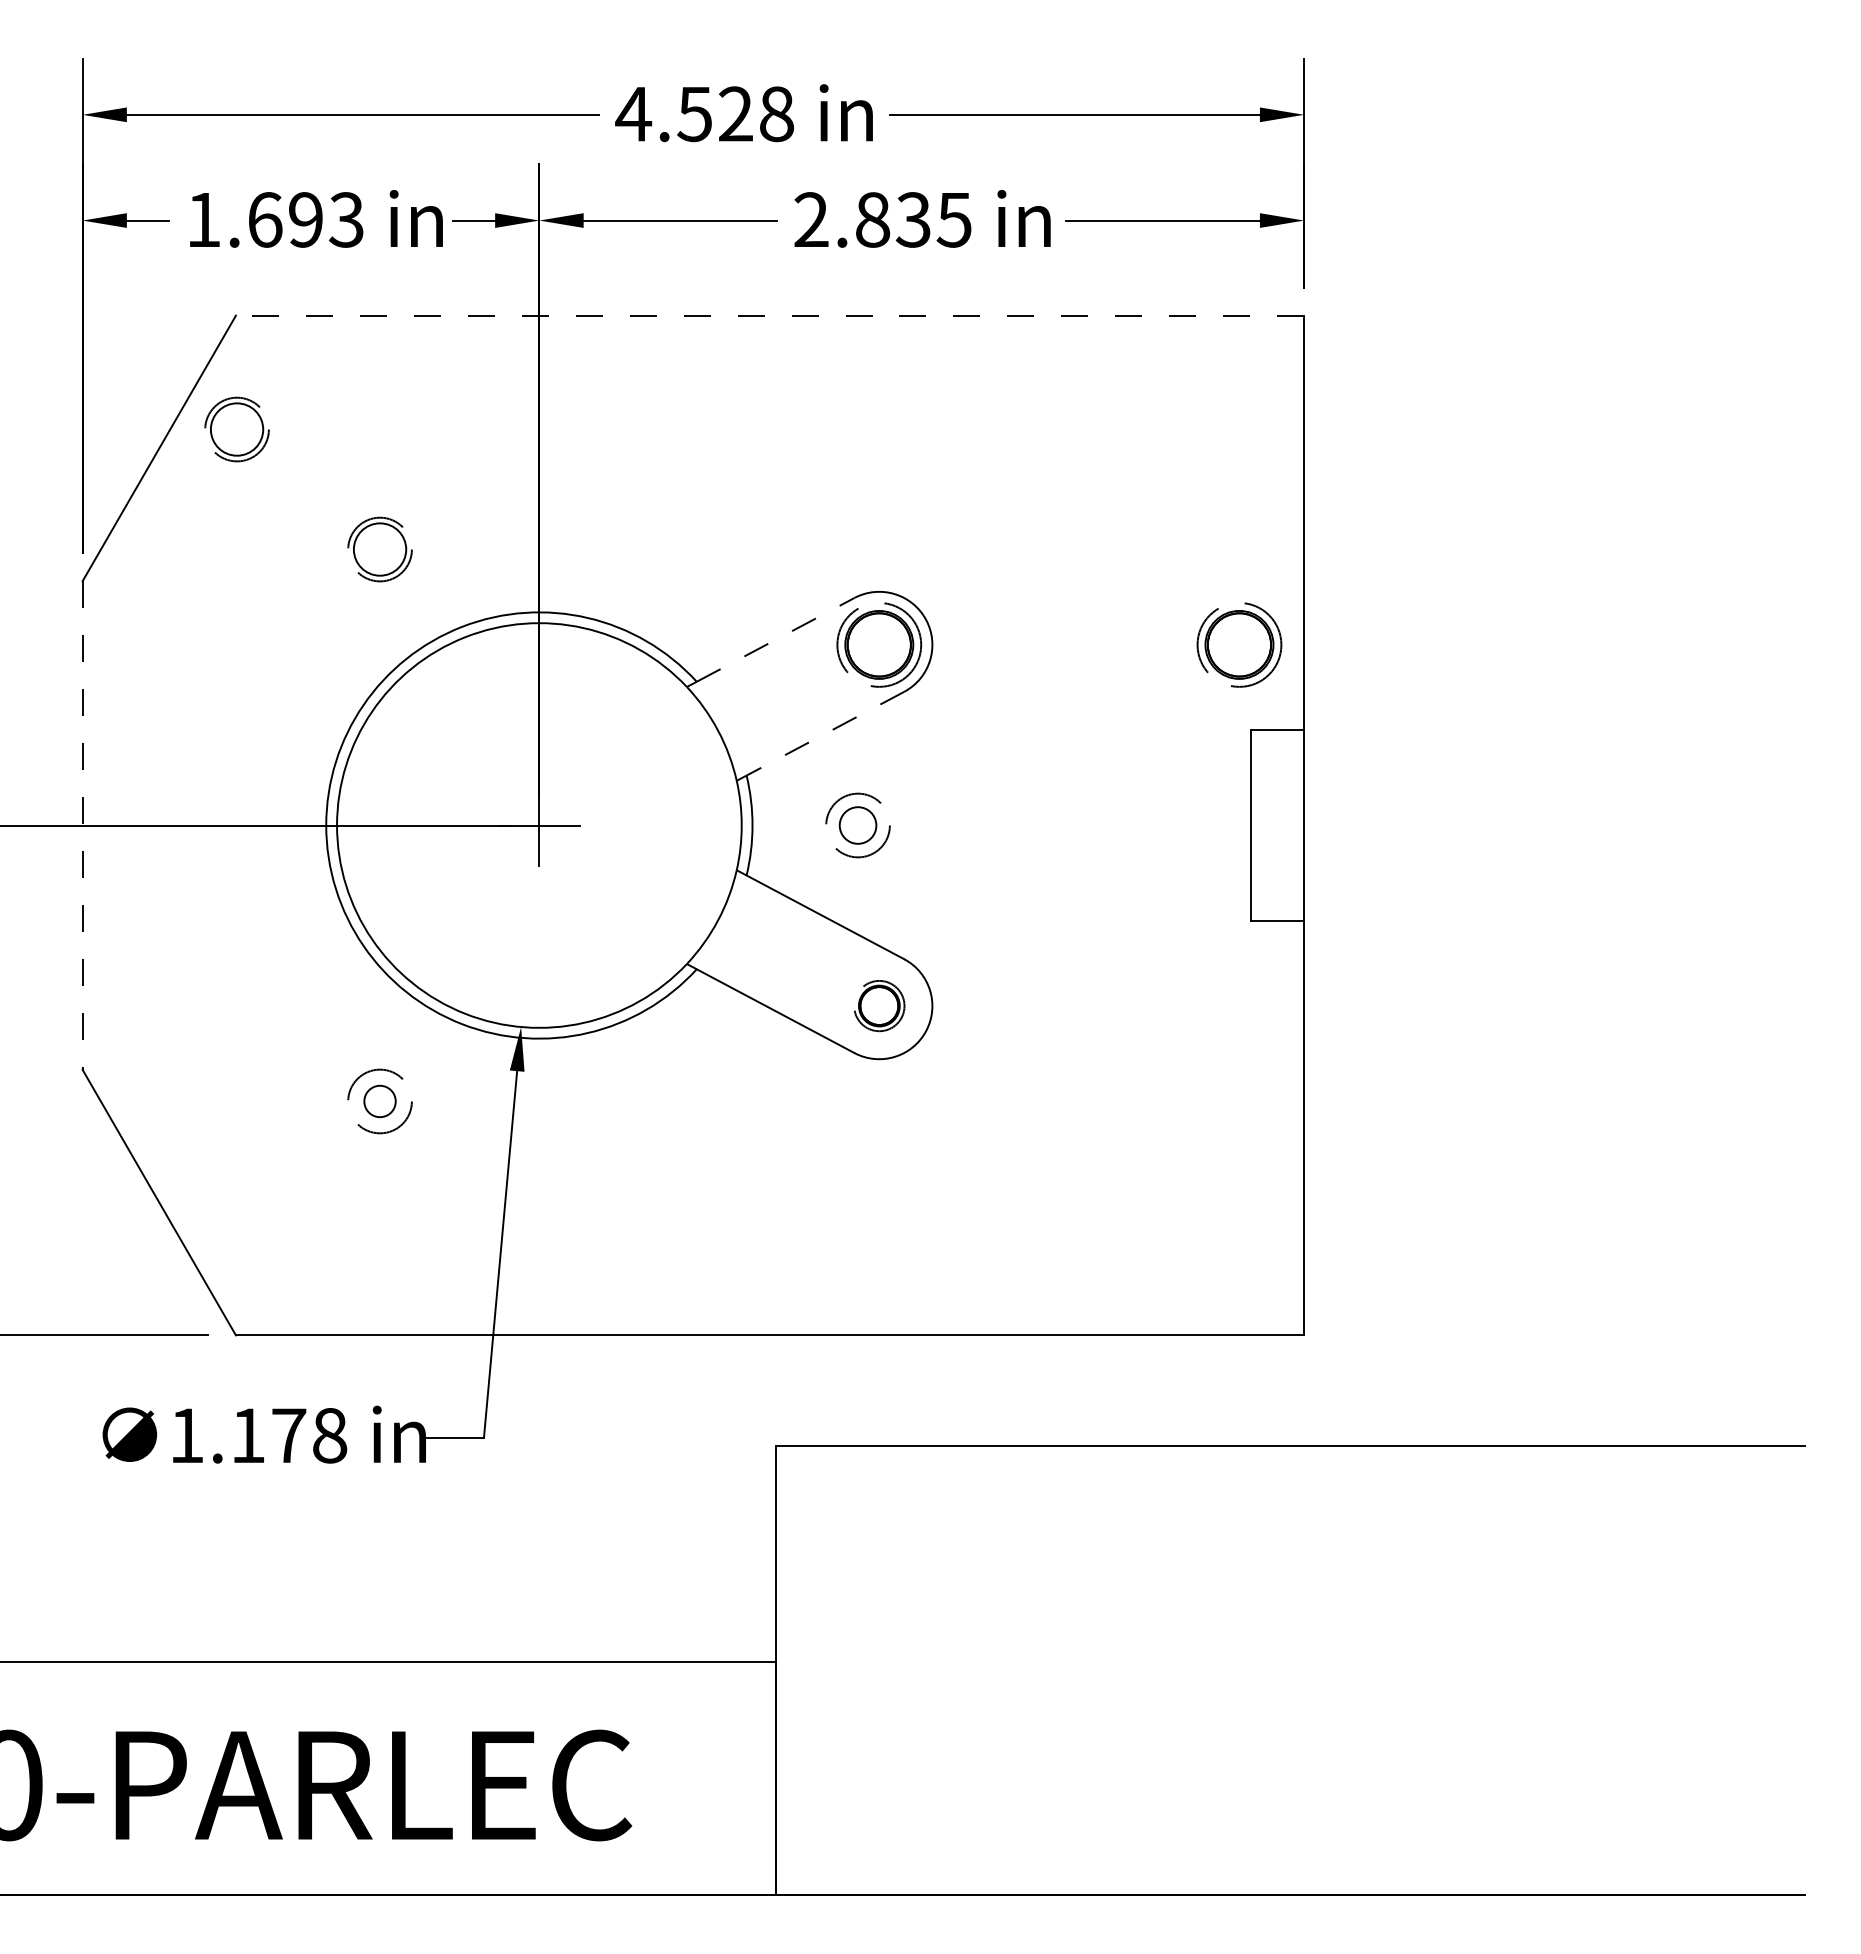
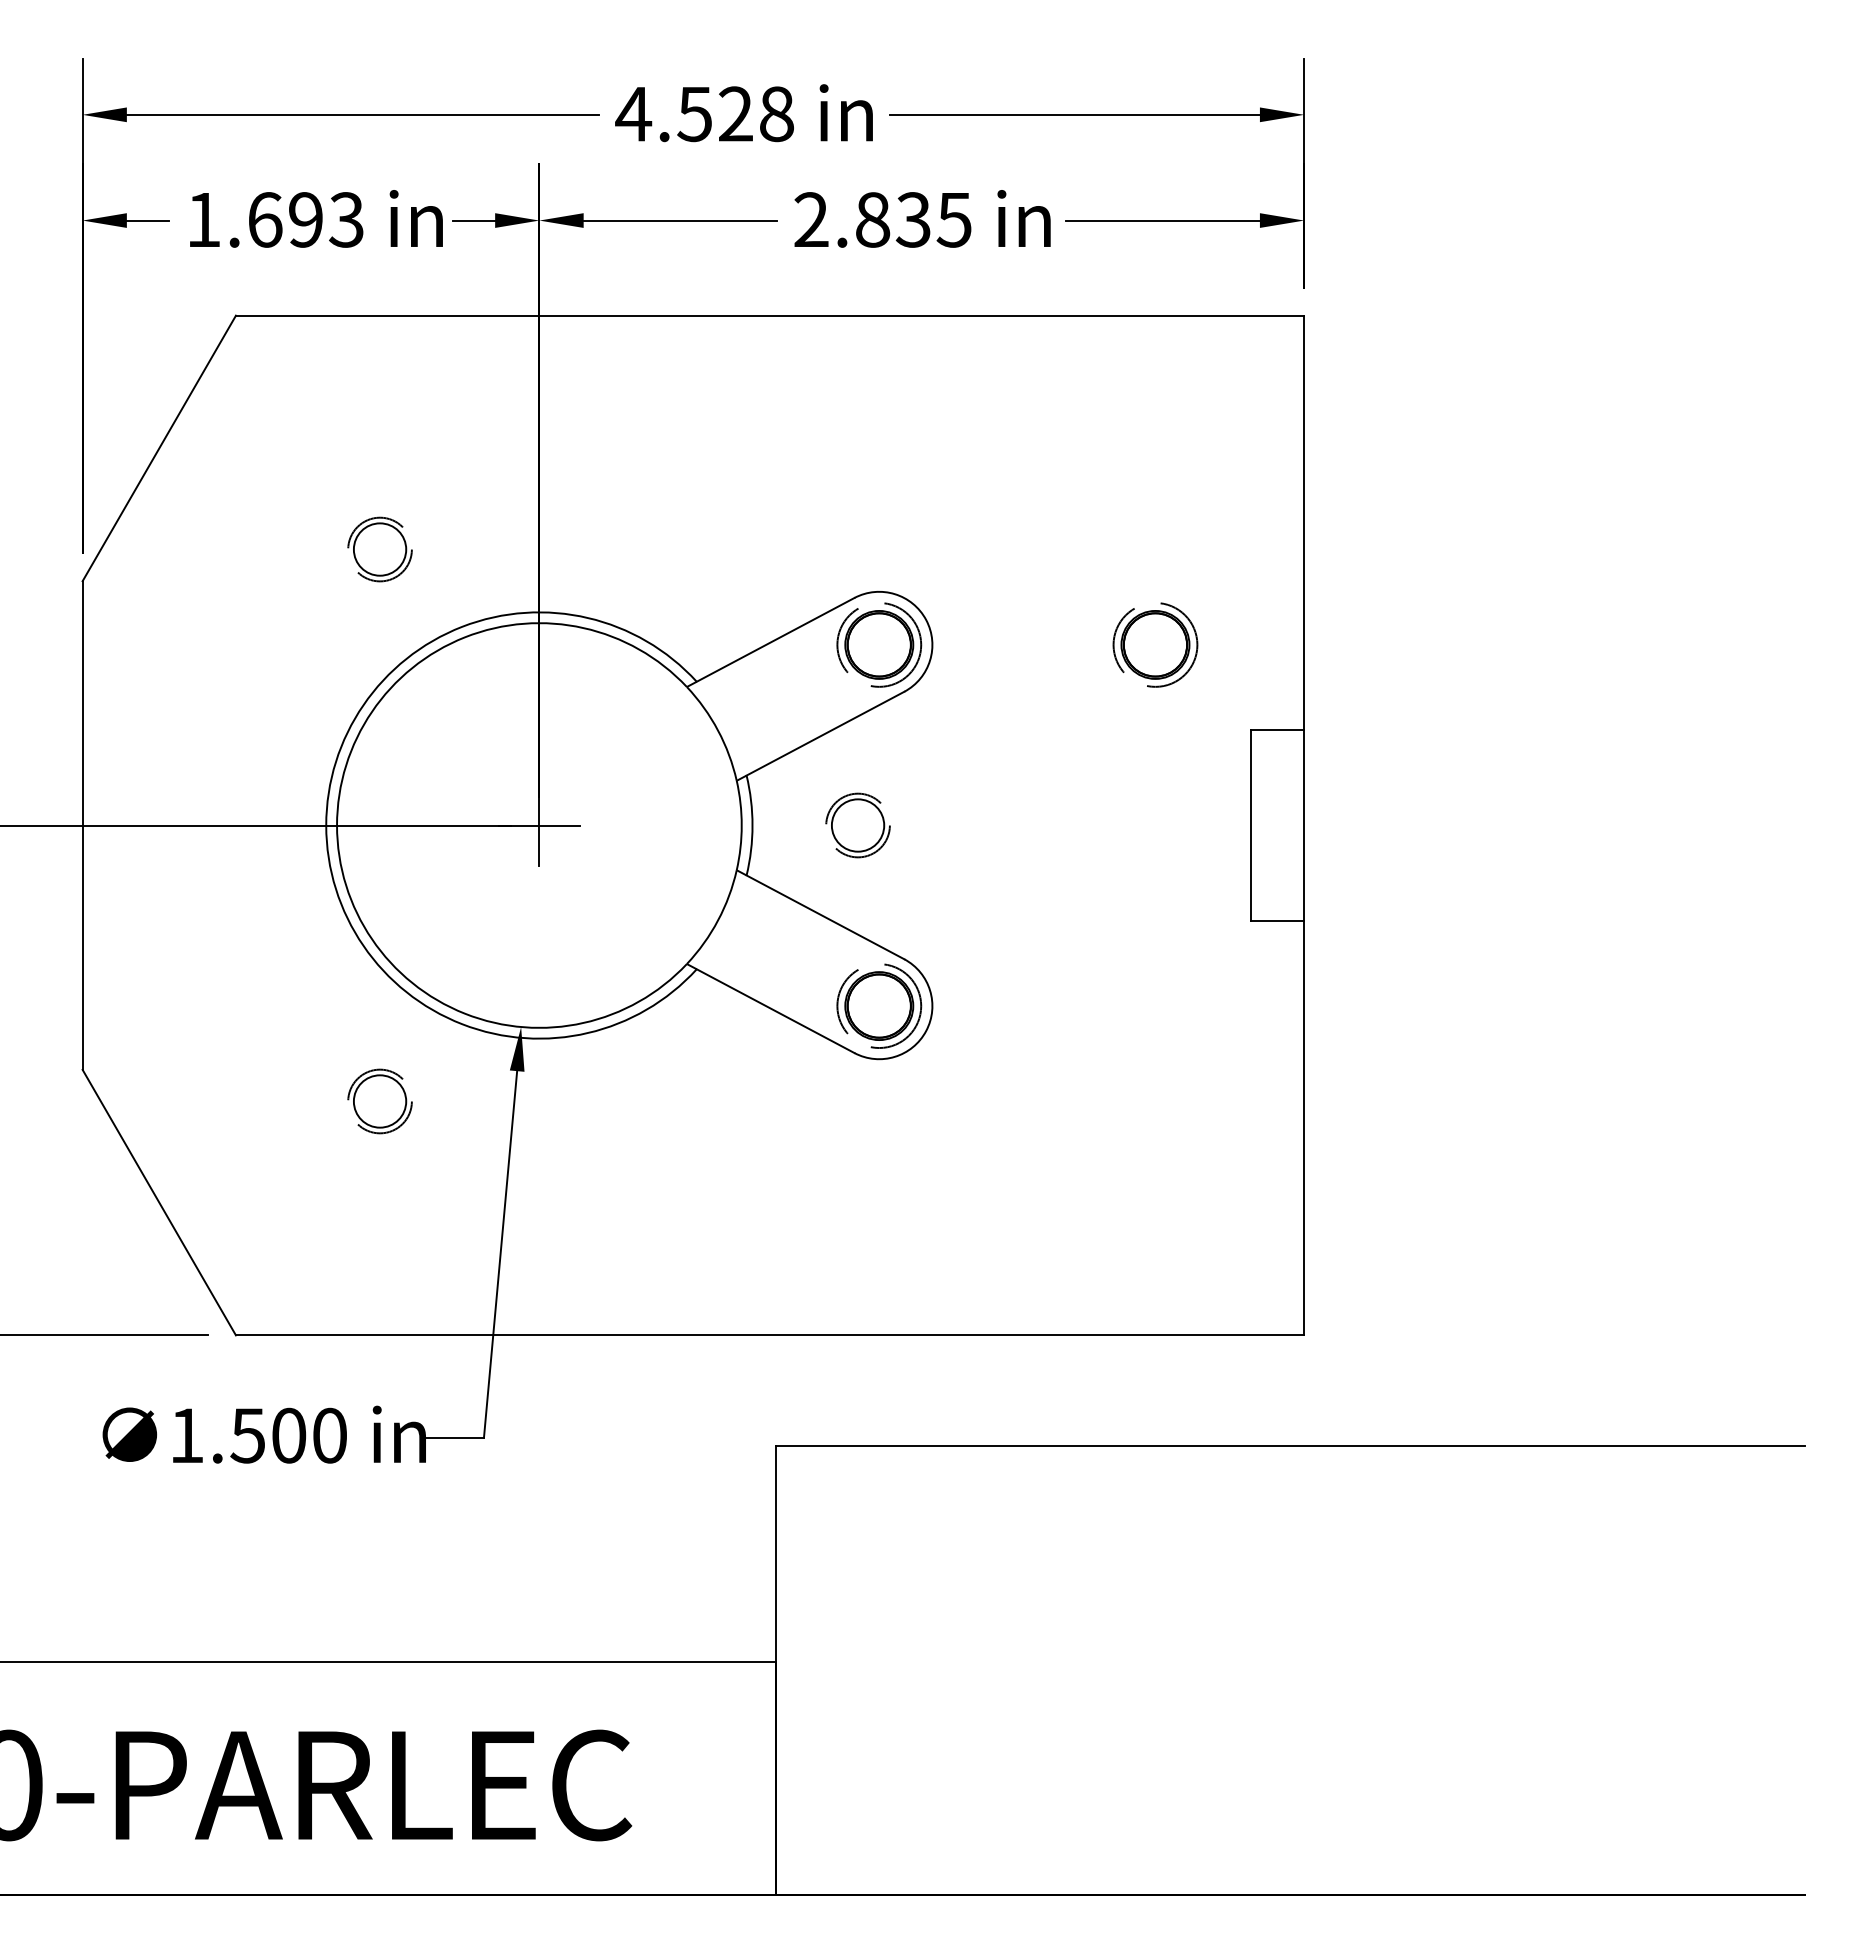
line at (769, 315): dashed -> solid
part at (236, 429): present -> none
line at (776, 639): dashed -> solid
part at (1239, 644) position: (1239, 644) -> (1155, 644)
line at (824, 733): dashed -> solid
circle at (857, 825) diameter: 37 px -> 52 px
line at (82, 826): dashed -> solid
part at (879, 1006) size: 53x53 px -> 87x86 px
circle at (379, 1101) diameter: 31 px -> 52 px
text at (288, 1435): 1.178 -> 1.500
